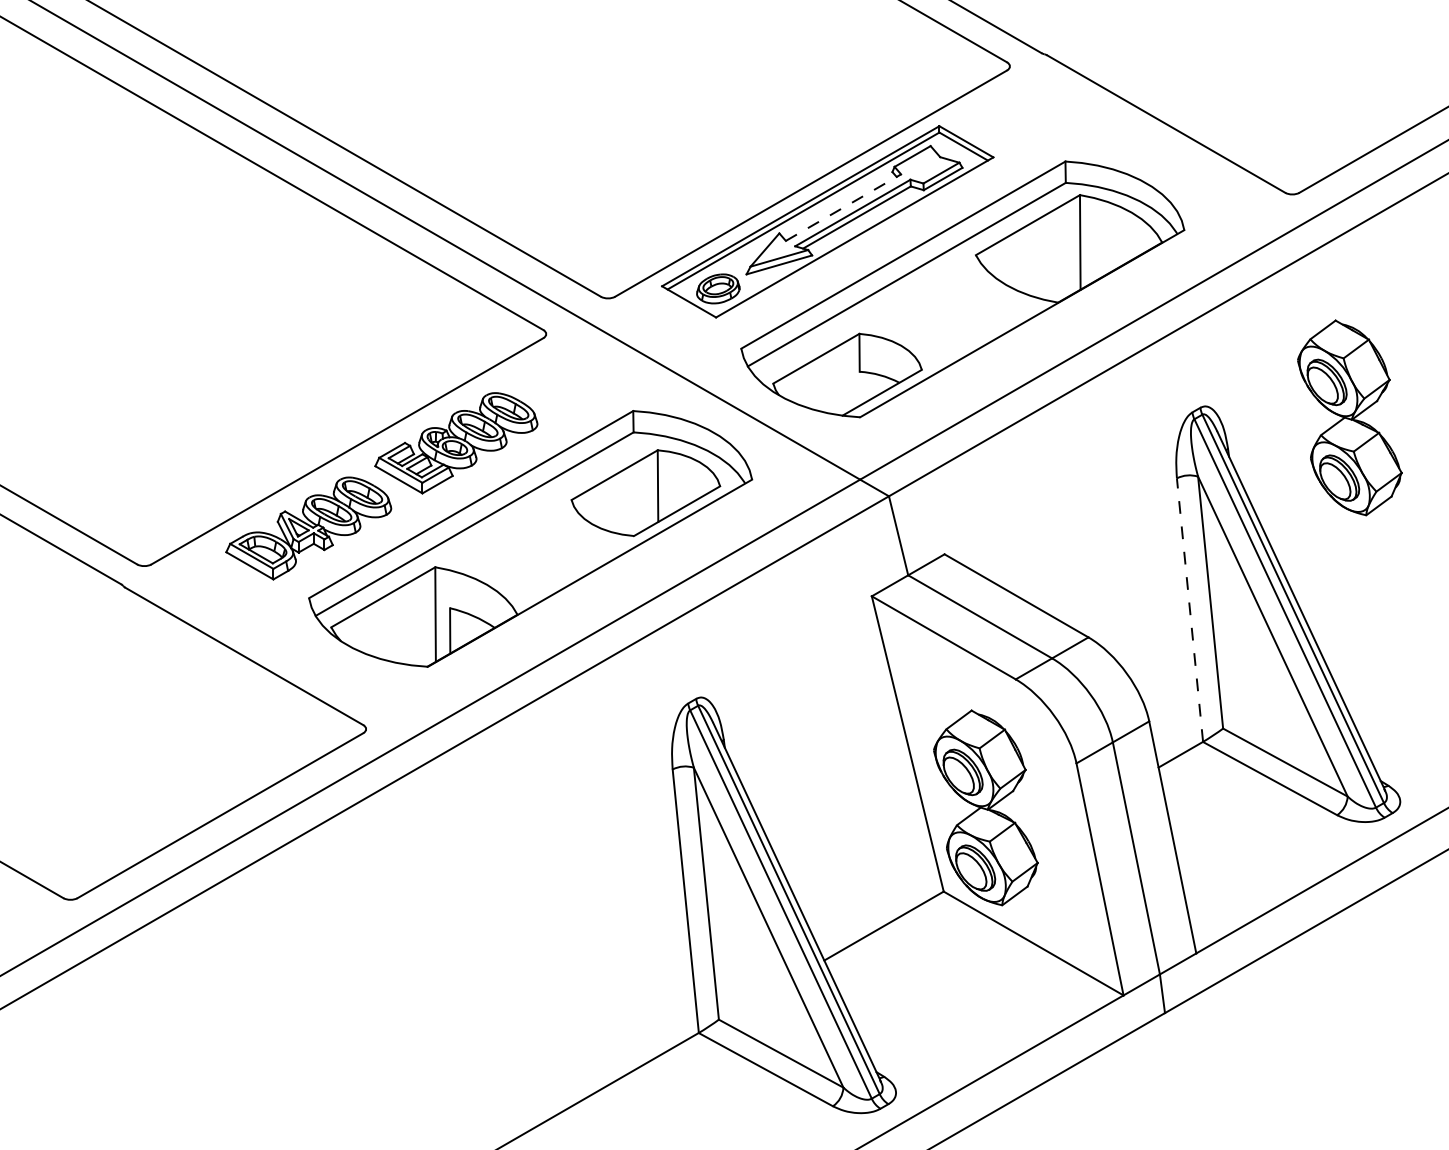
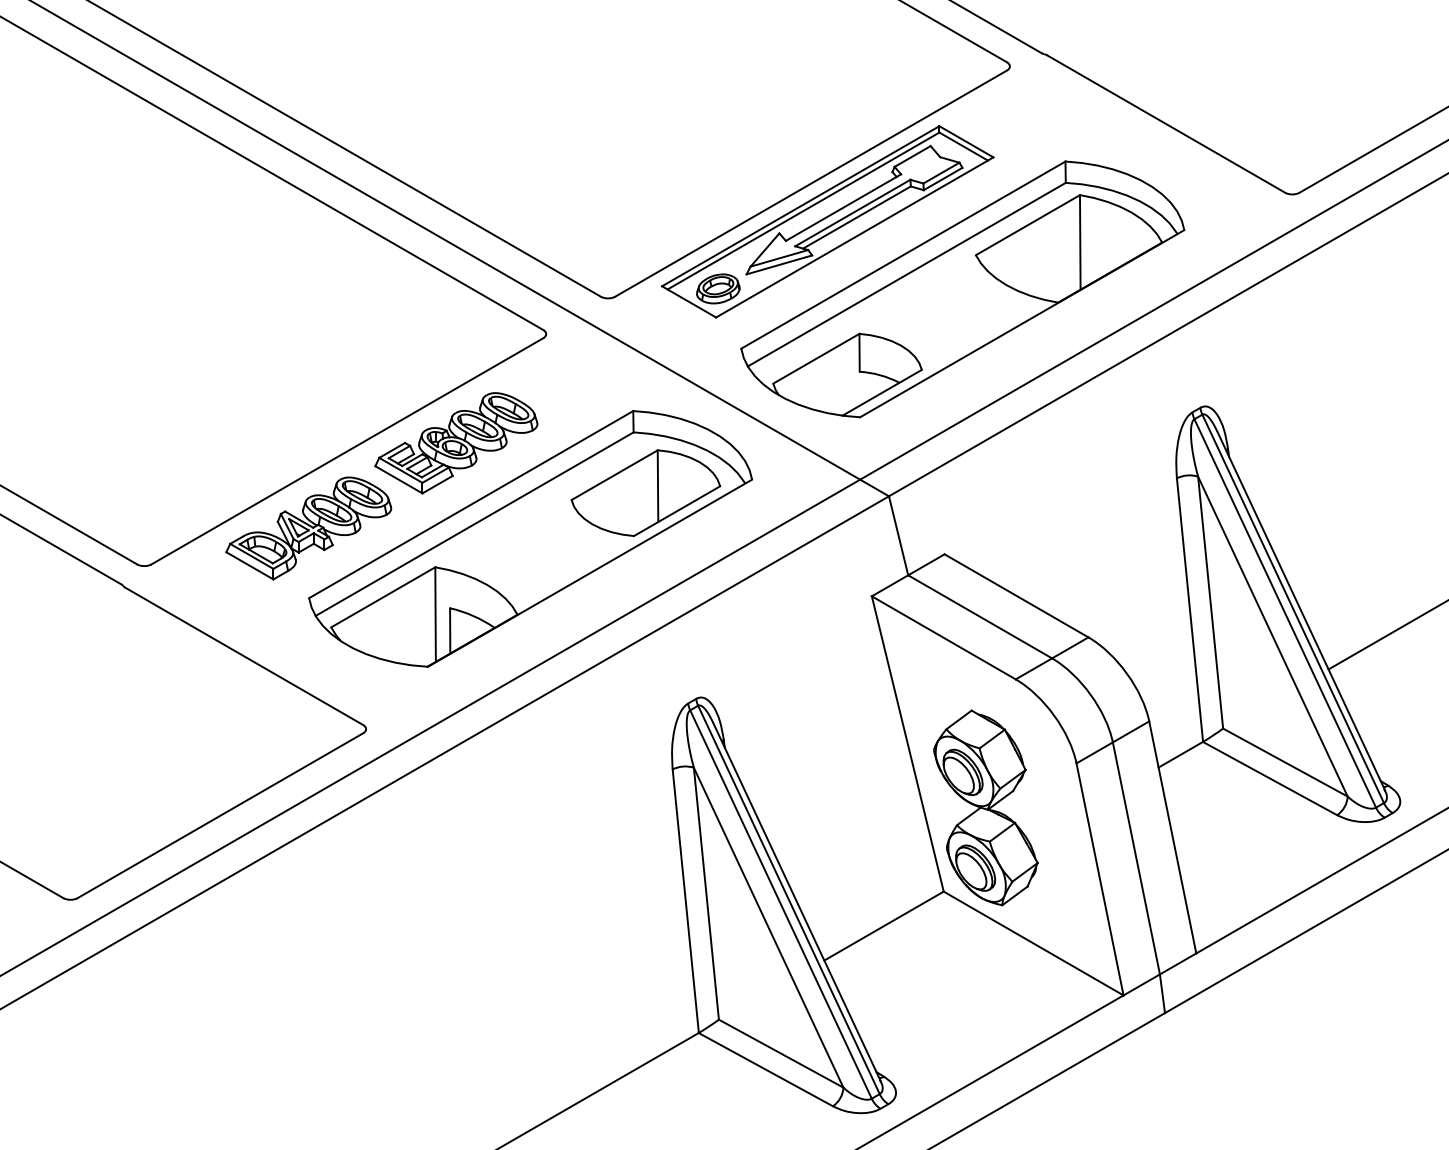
line at (843, 207): dashed -> solid
part at (1349, 417): present -> none
line at (1189, 609): dashed -> solid
line at (1386, 635): none -> present
